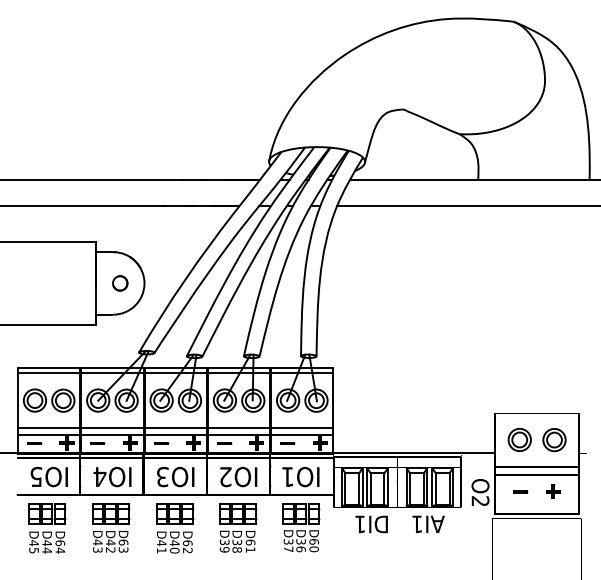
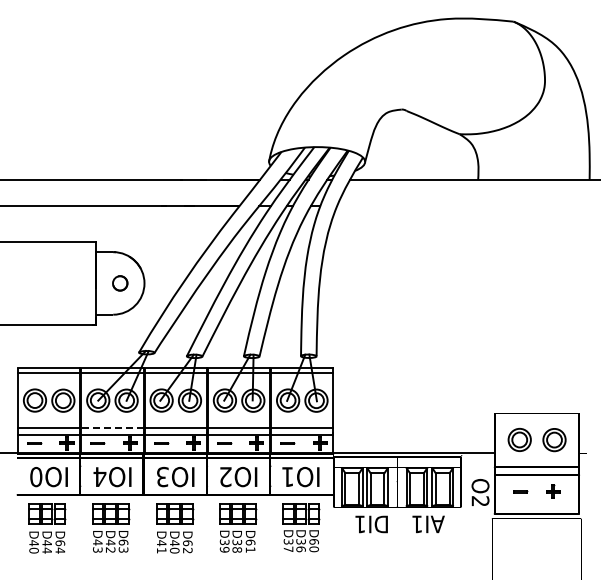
line at (467, 206): present -> none
line at (111, 428): solid -> dashed
text at (36, 476): IO5 -> IO0
text at (33, 550): D45 -> D40
